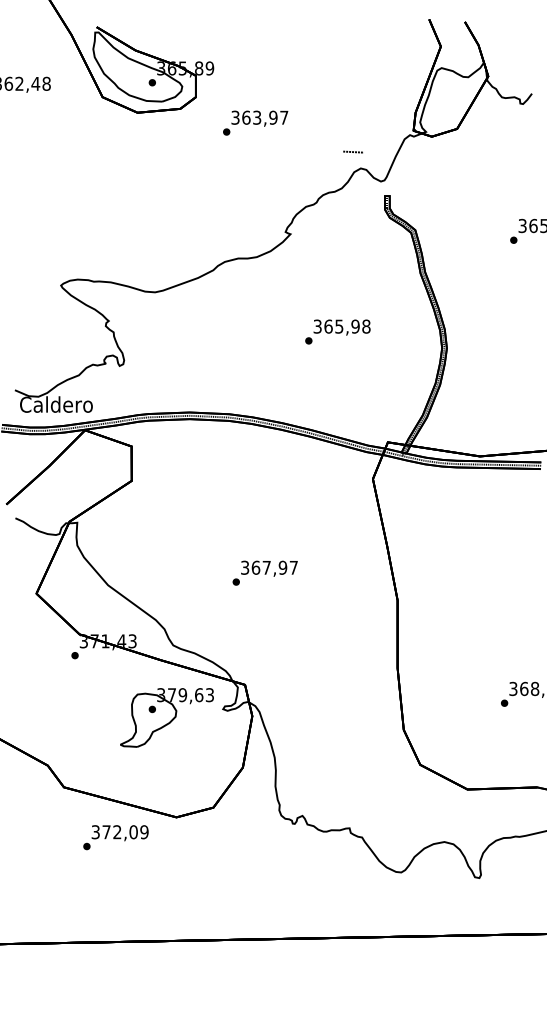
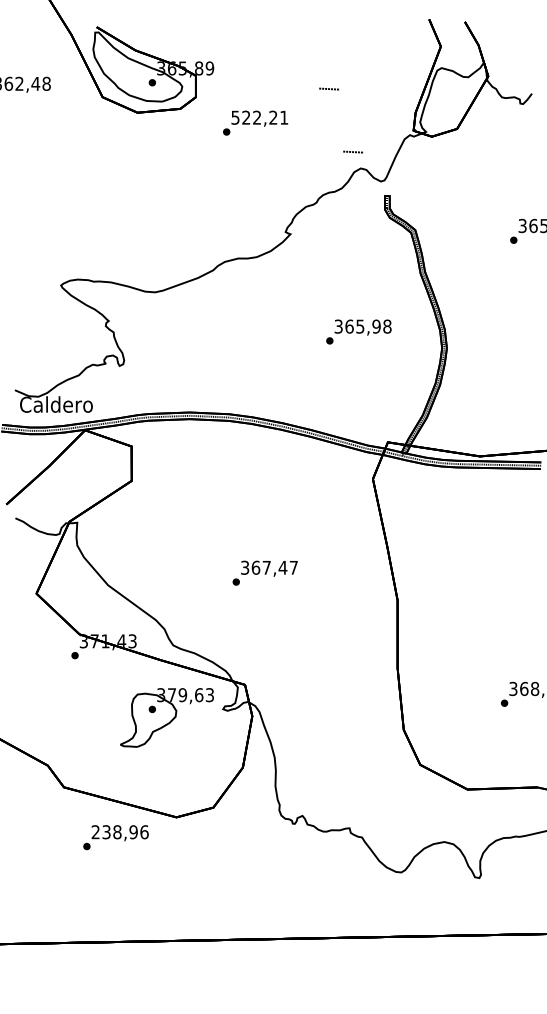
line at (328, 88): none -> present
text at (259, 117): 363,97 -> 522,21
text at (337, 331) position: (337, 331) -> (358, 331)
text at (282, 567): 367,97 -> 367,47
text at (119, 832): 372,09 -> 238,96
